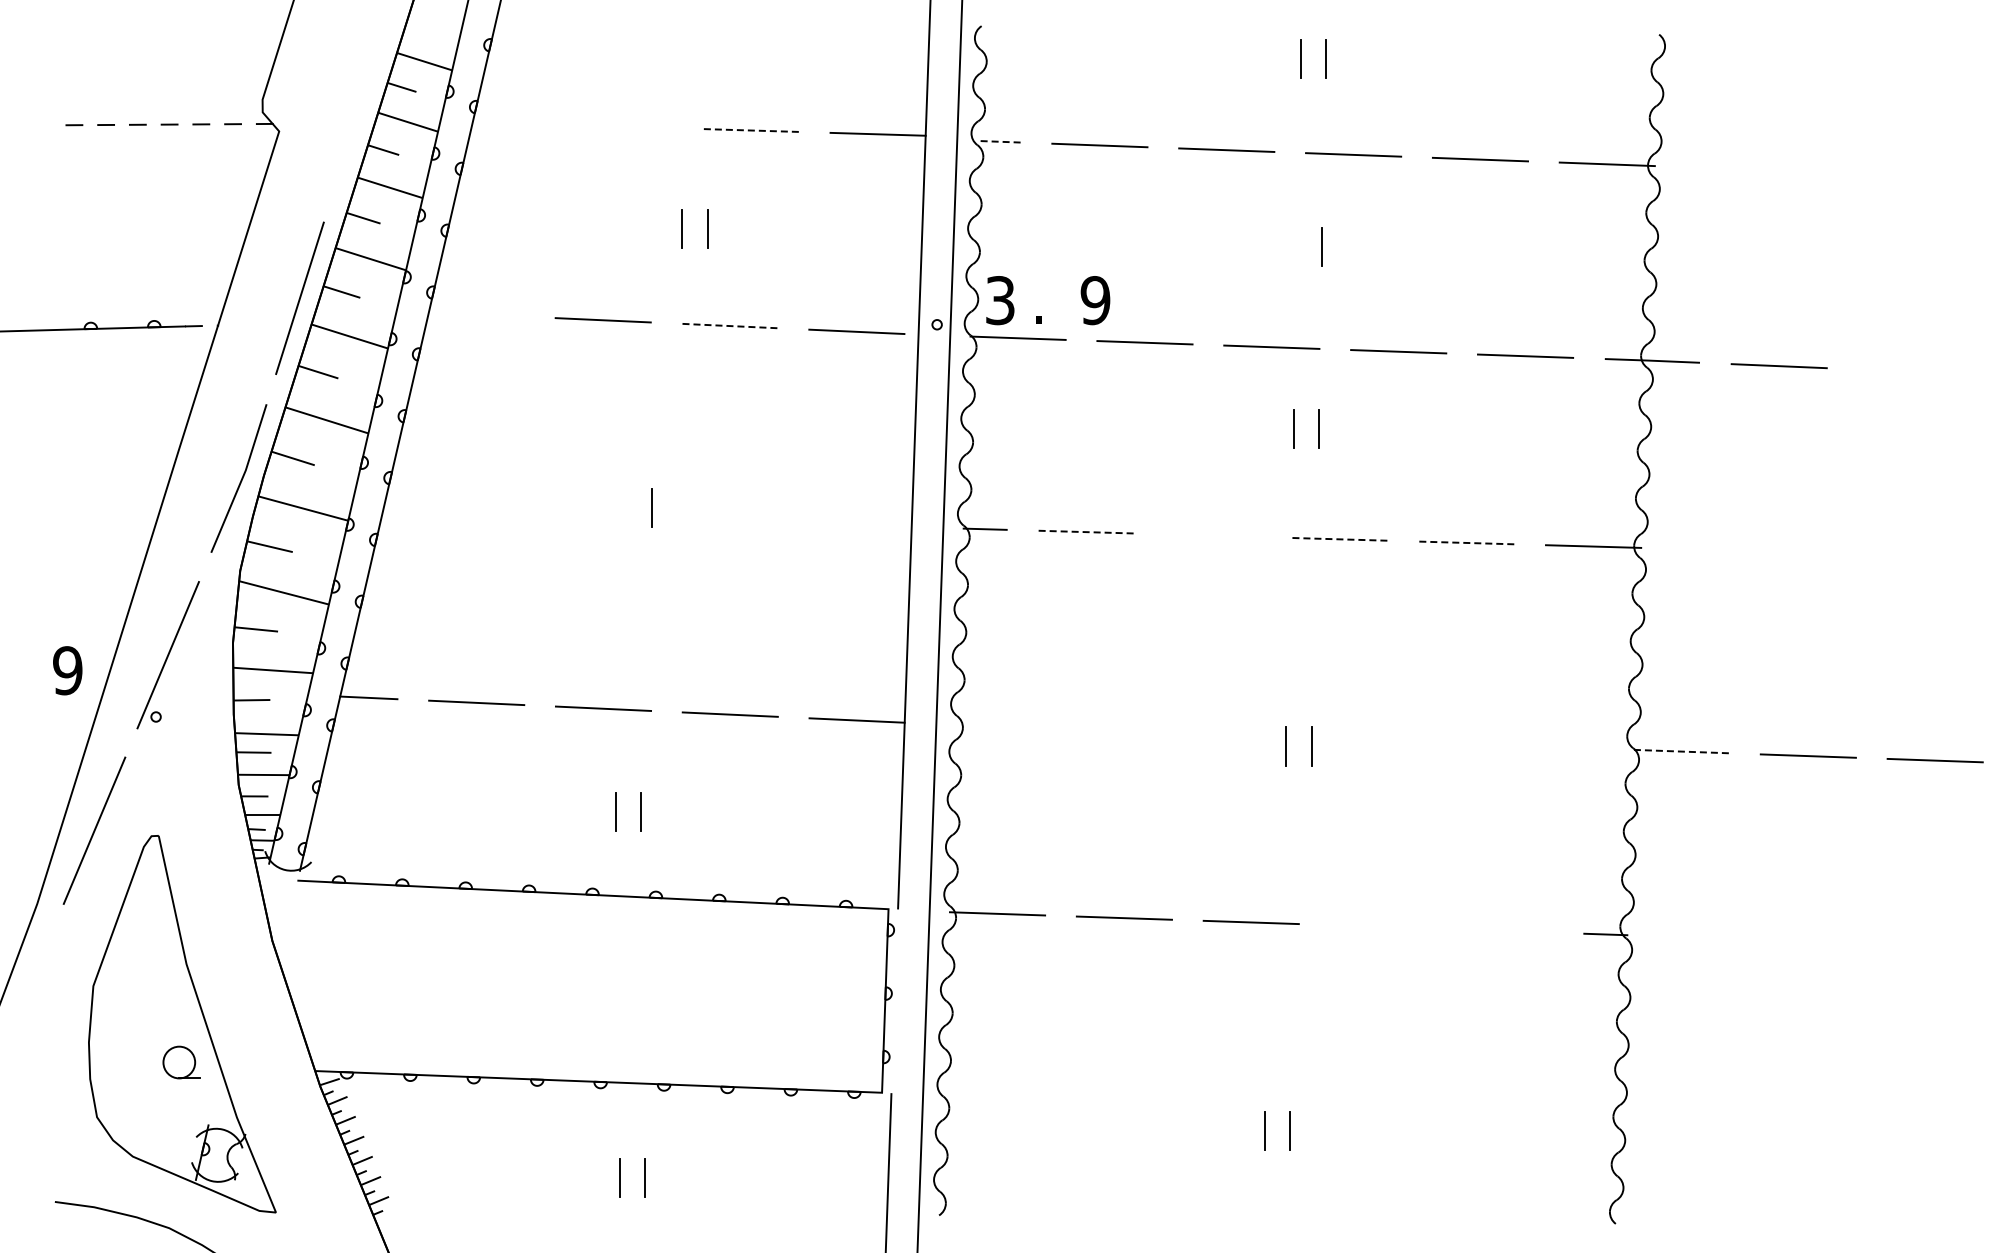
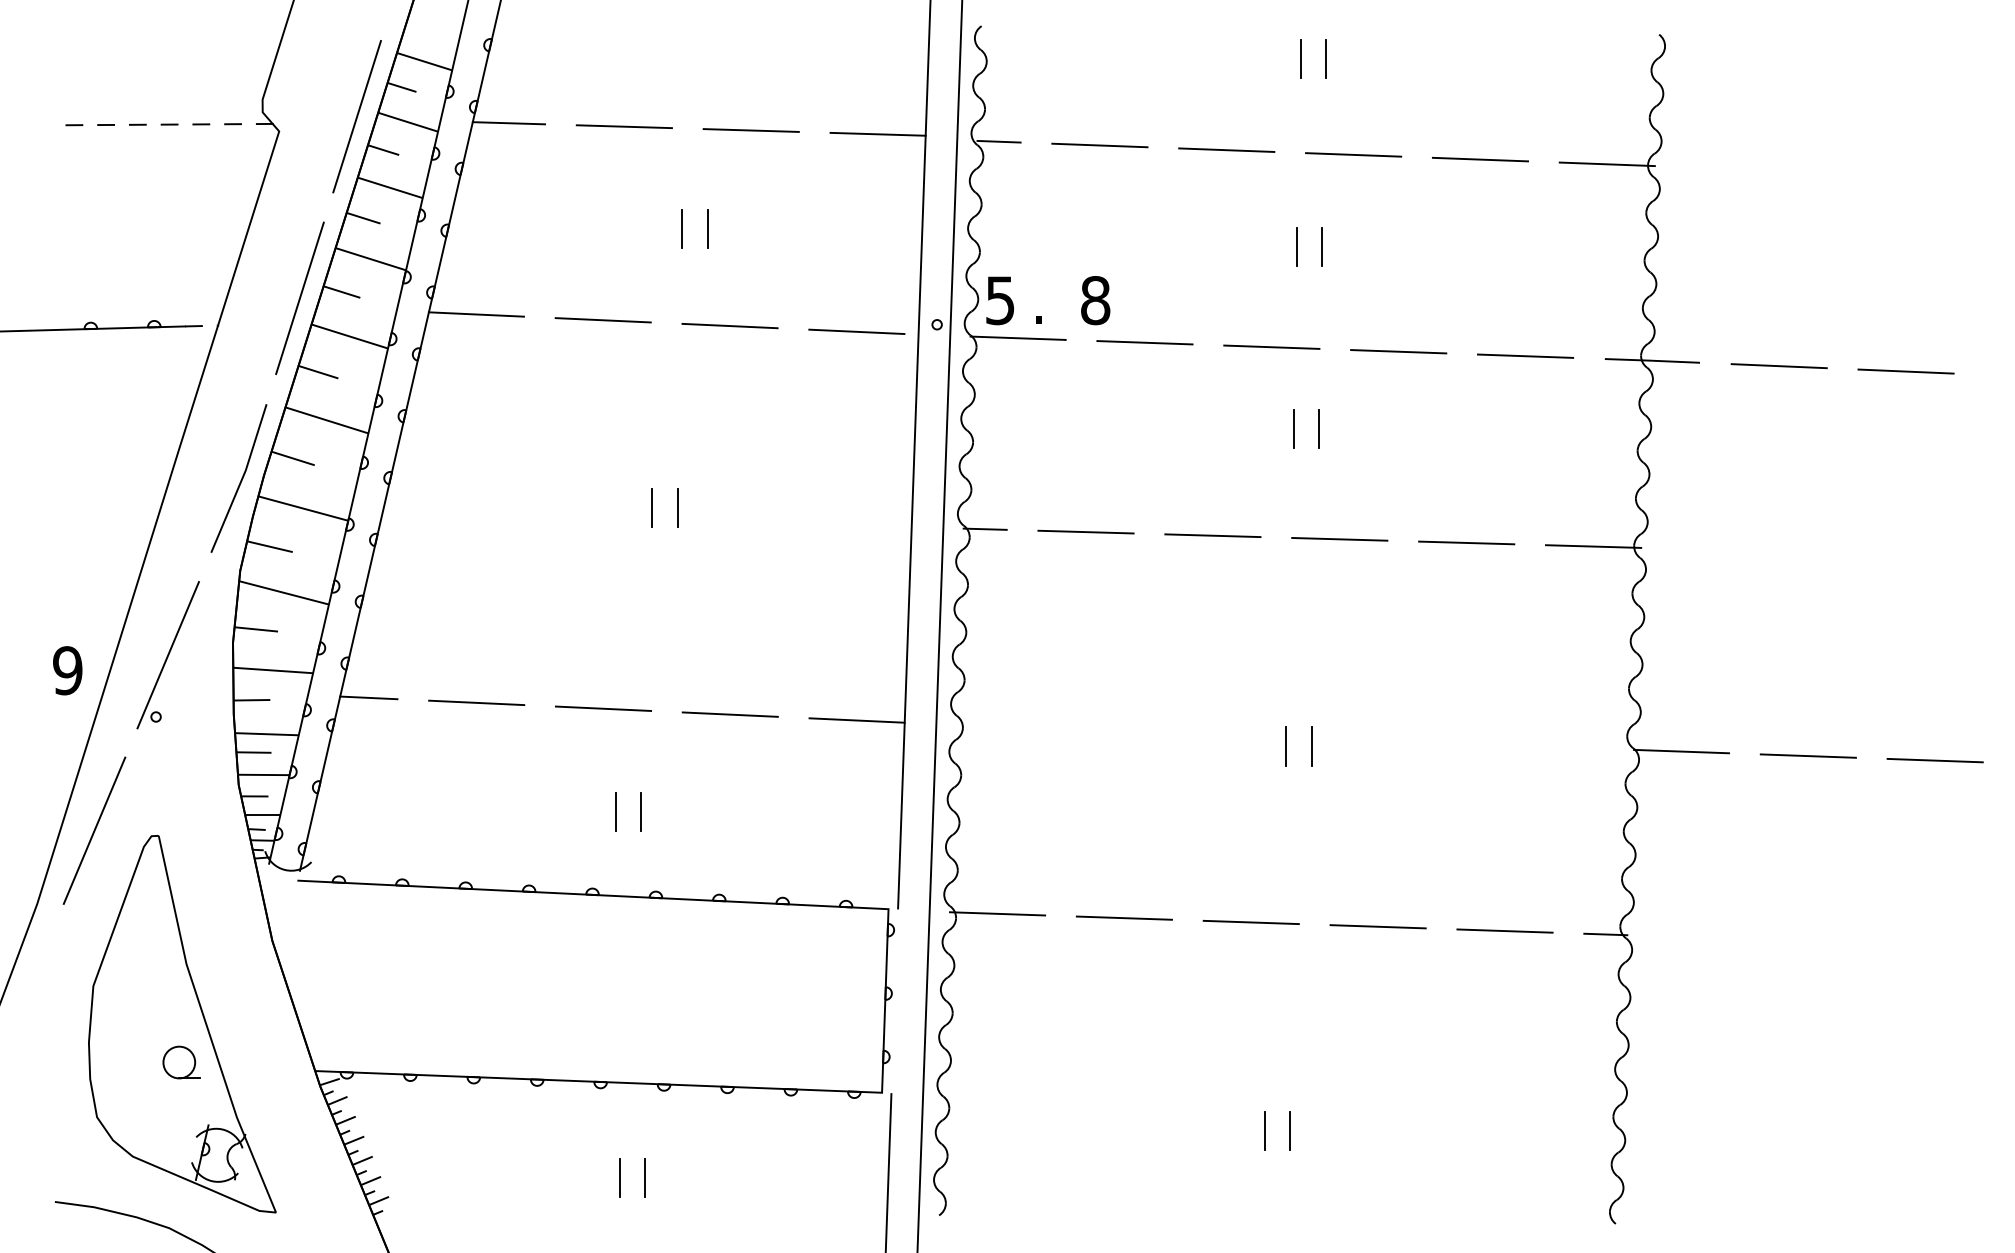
line at (356, 116): none -> present
line at (508, 123): none -> present
line at (623, 126): none -> present
line at (751, 130): dashed -> solid
line at (999, 141): dashed -> solid
line at (1296, 247): none -> present
text at (1000, 300): 3 -> 5
text at (1095, 300): 9 -> 8
line at (475, 314): none -> present
line at (730, 326): dashed -> solid
line at (1905, 371): none -> present
line at (677, 507): none -> present
line at (1086, 532): dashed -> solid
line at (1212, 535): none -> present
line at (1339, 539): dashed -> solid
line at (1466, 542): dashed -> solid
line at (1681, 751): dashed -> solid
line at (1377, 926): none -> present
line at (1504, 930): none -> present
